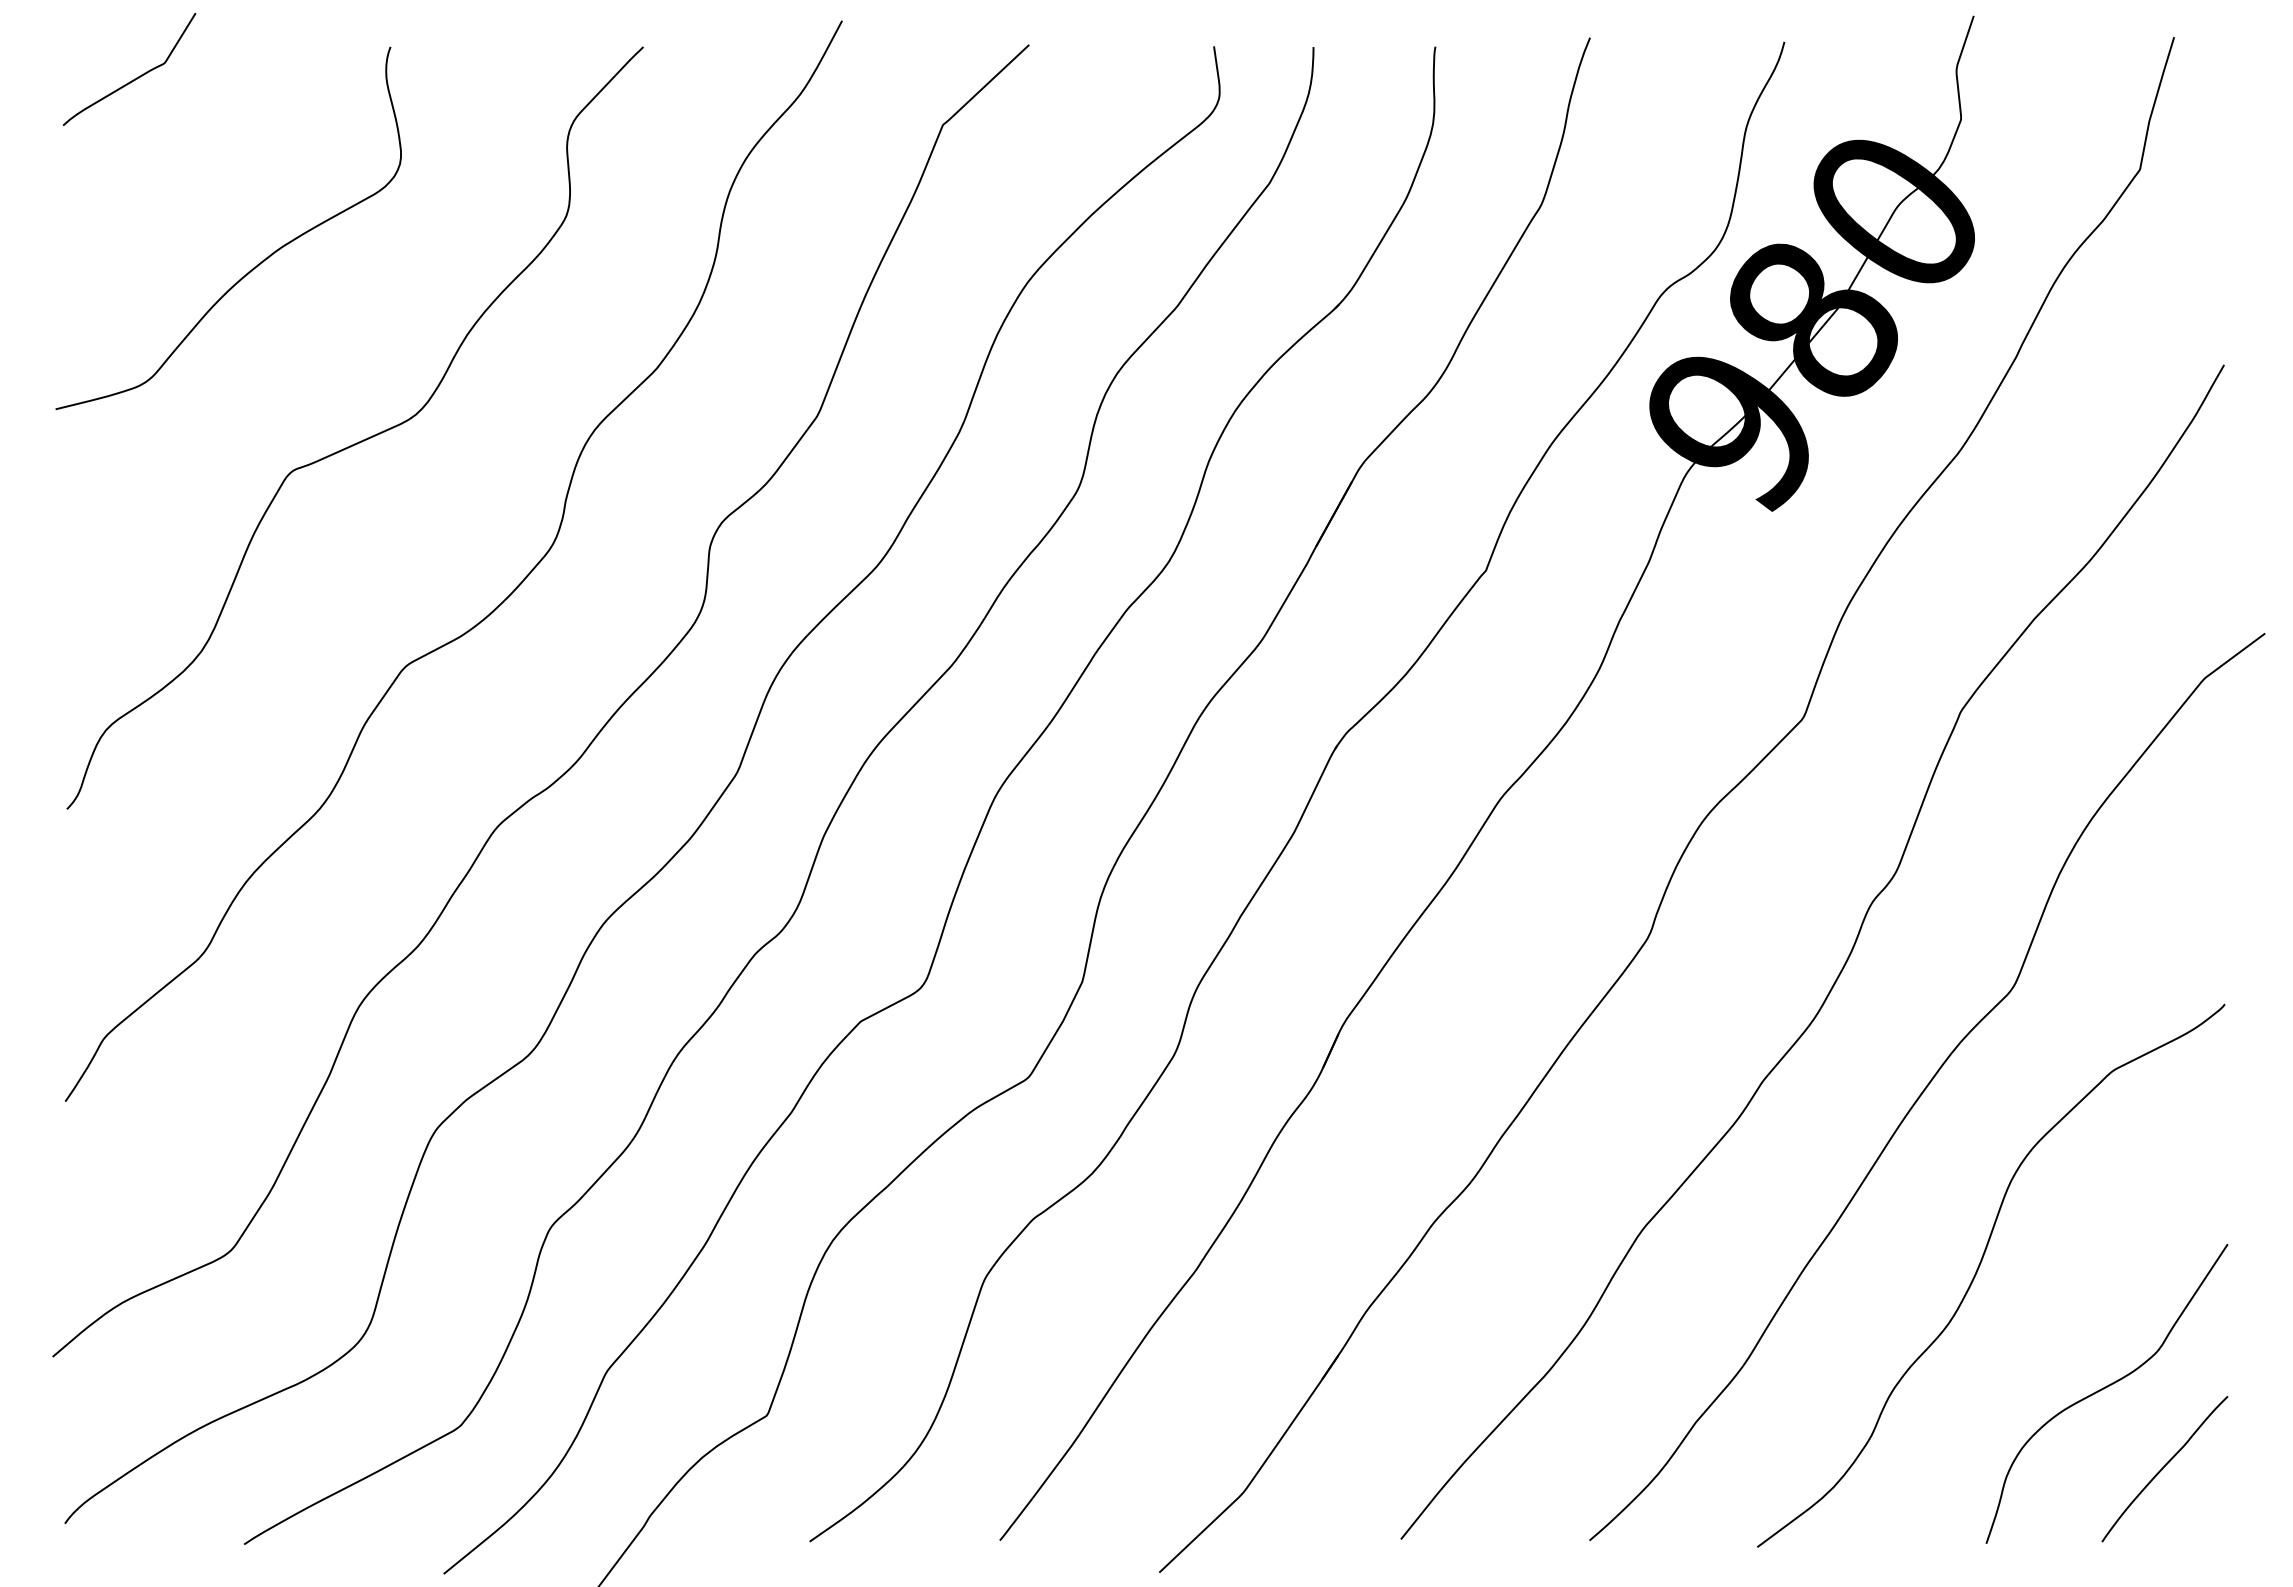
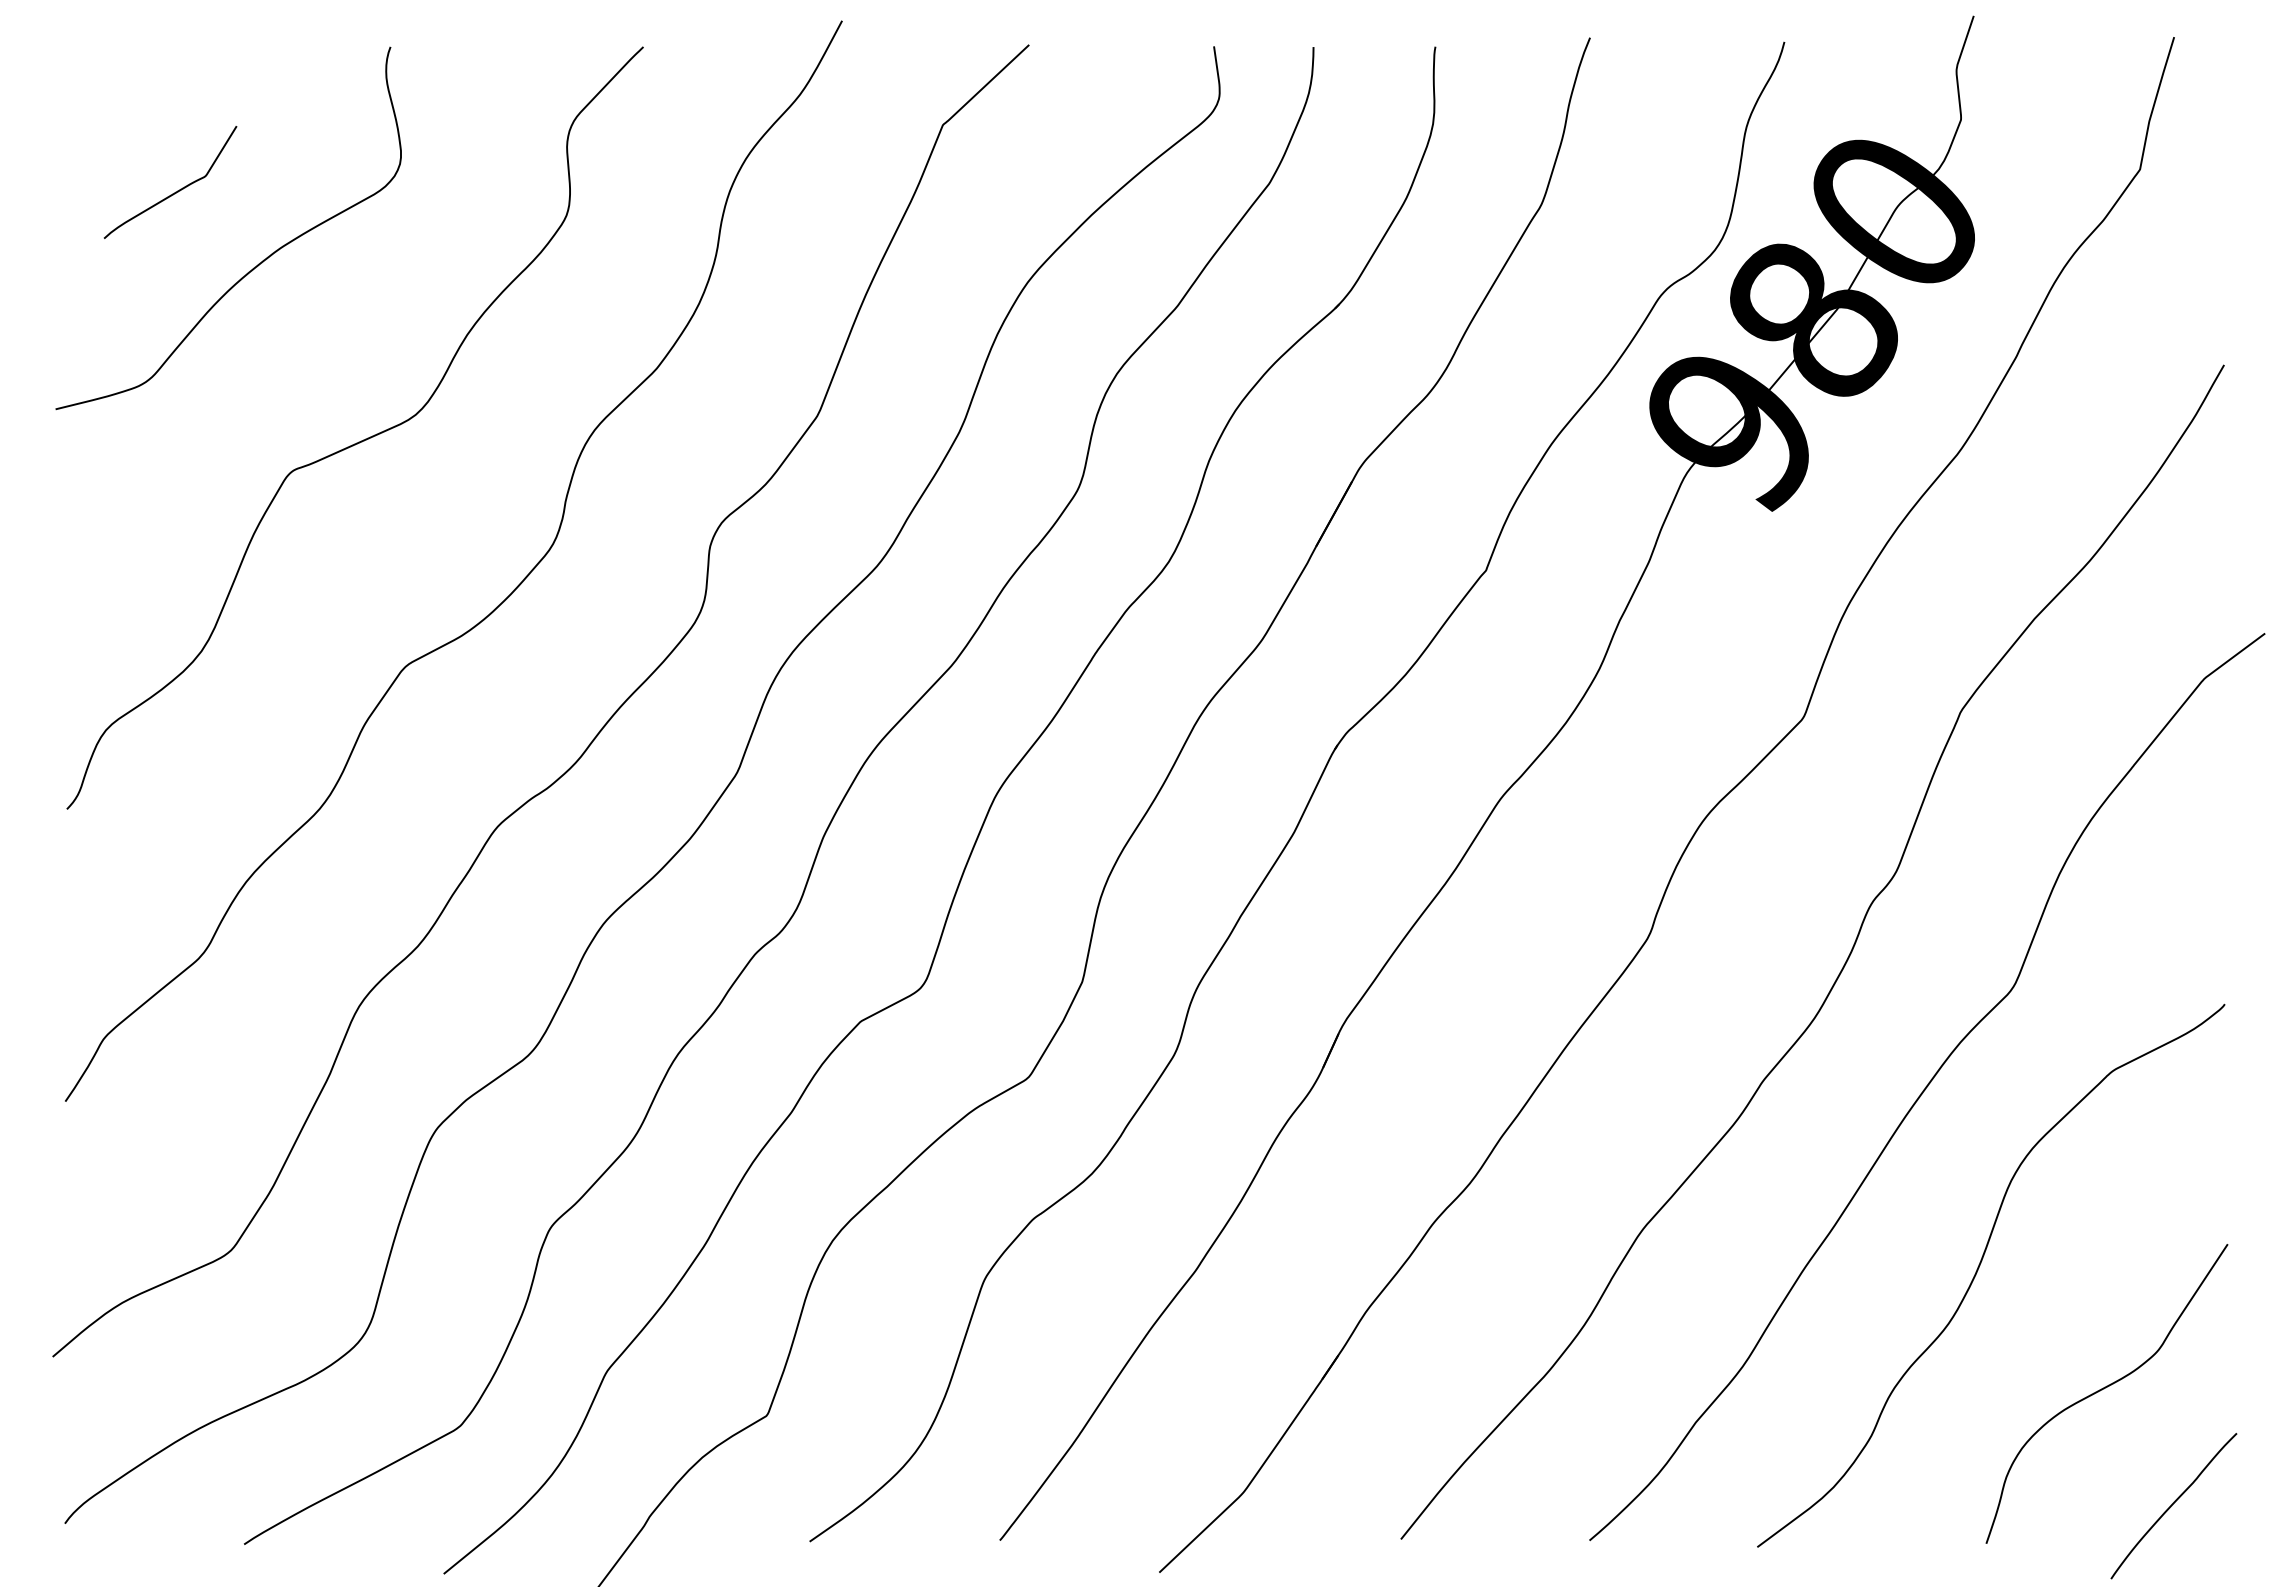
curve at (134, 78) position: (134, 78) -> (175, 191)
curve at (2163, 1468) position: (2163, 1468) -> (2172, 1505)
